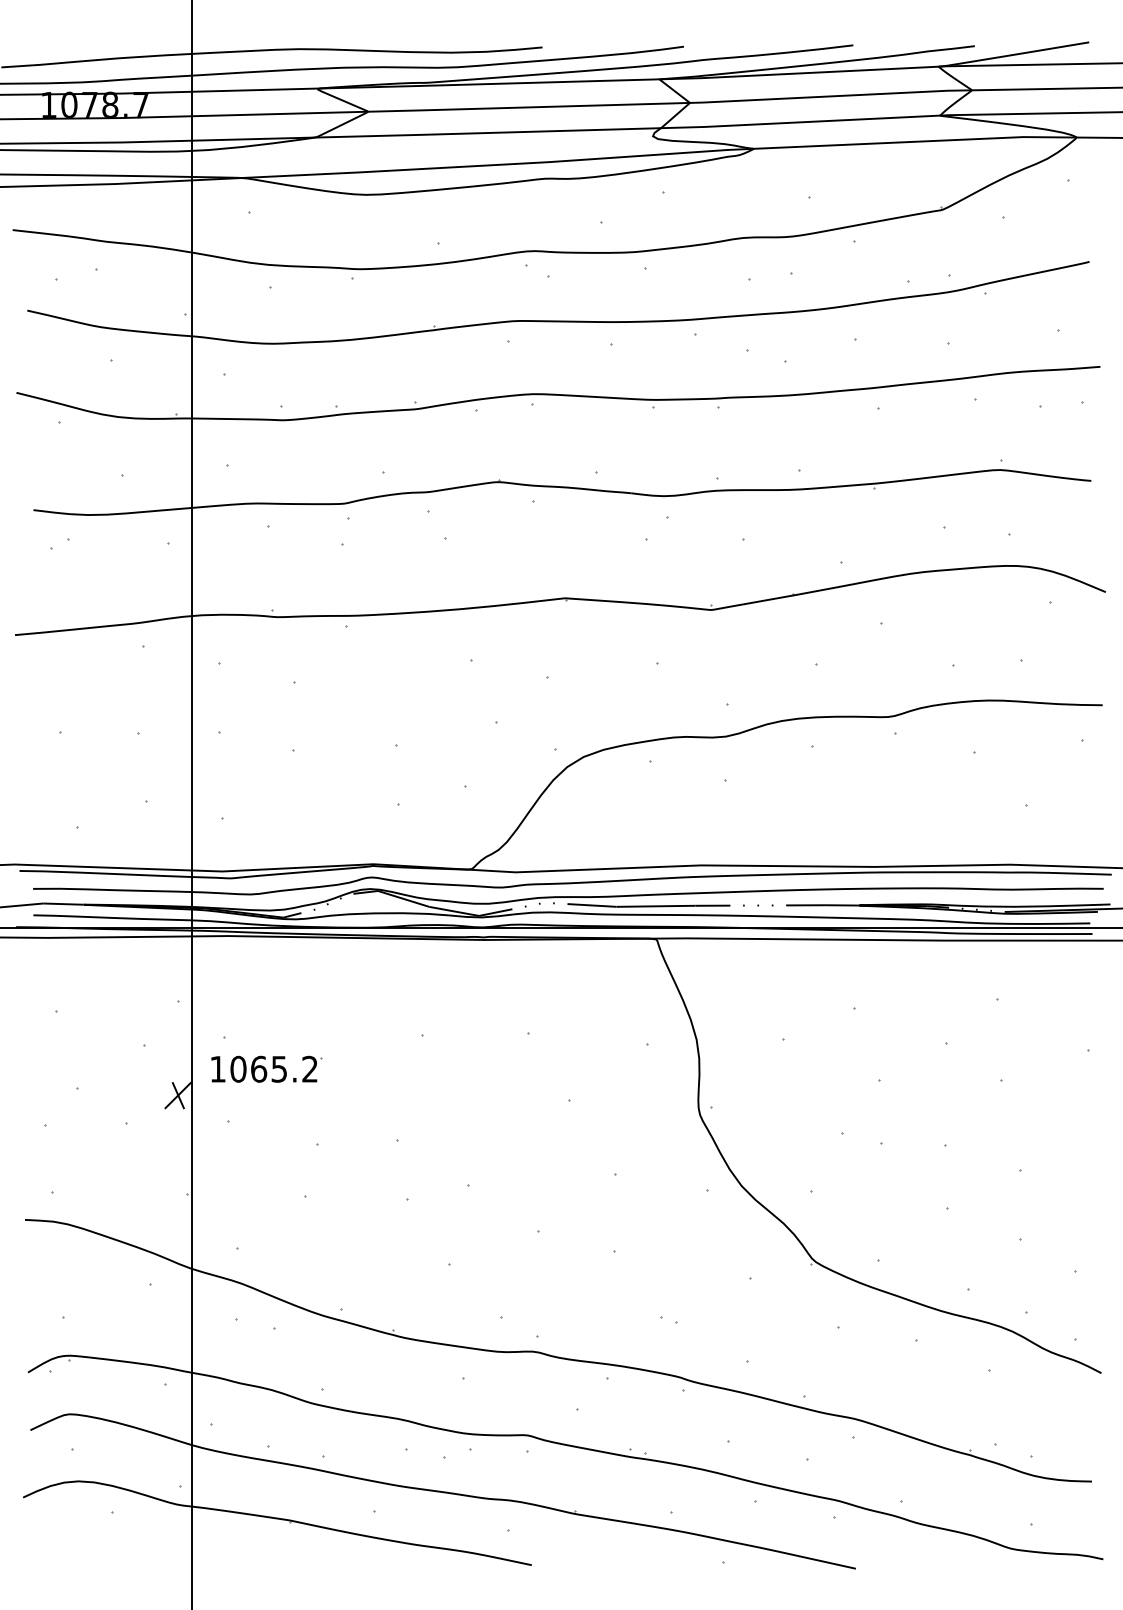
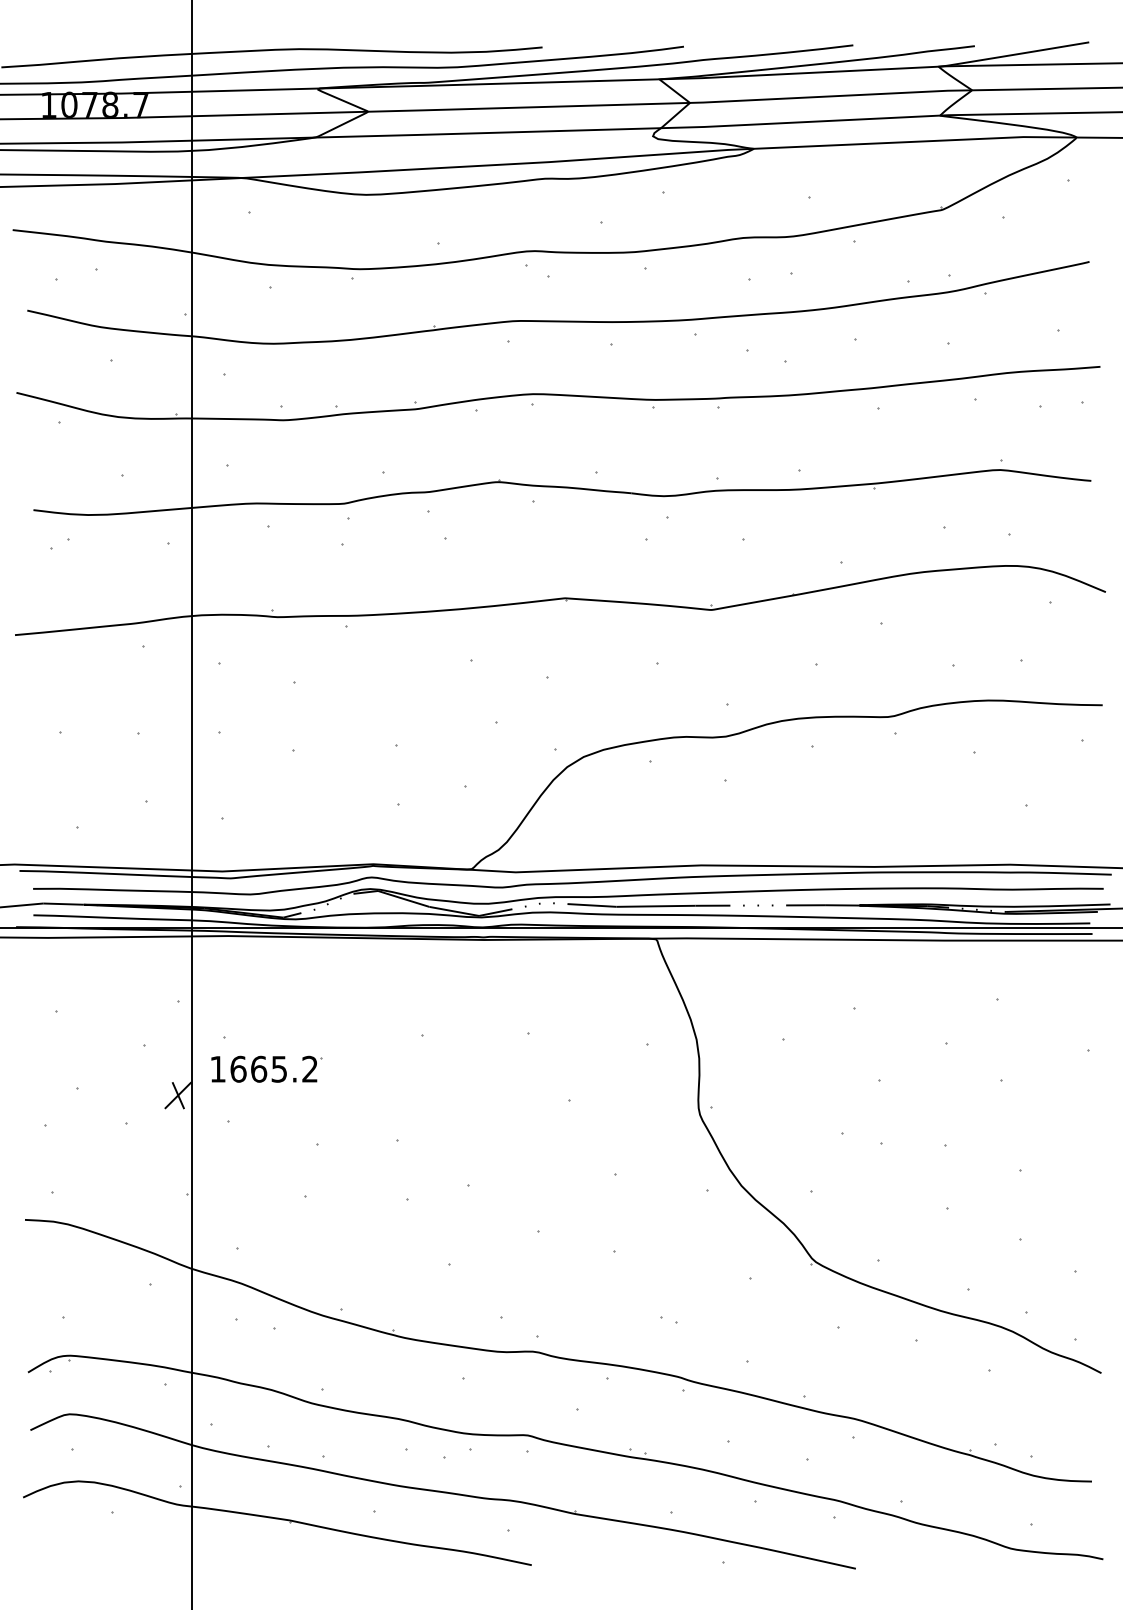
text at (238, 1068): 1065.2 -> 1665.2
